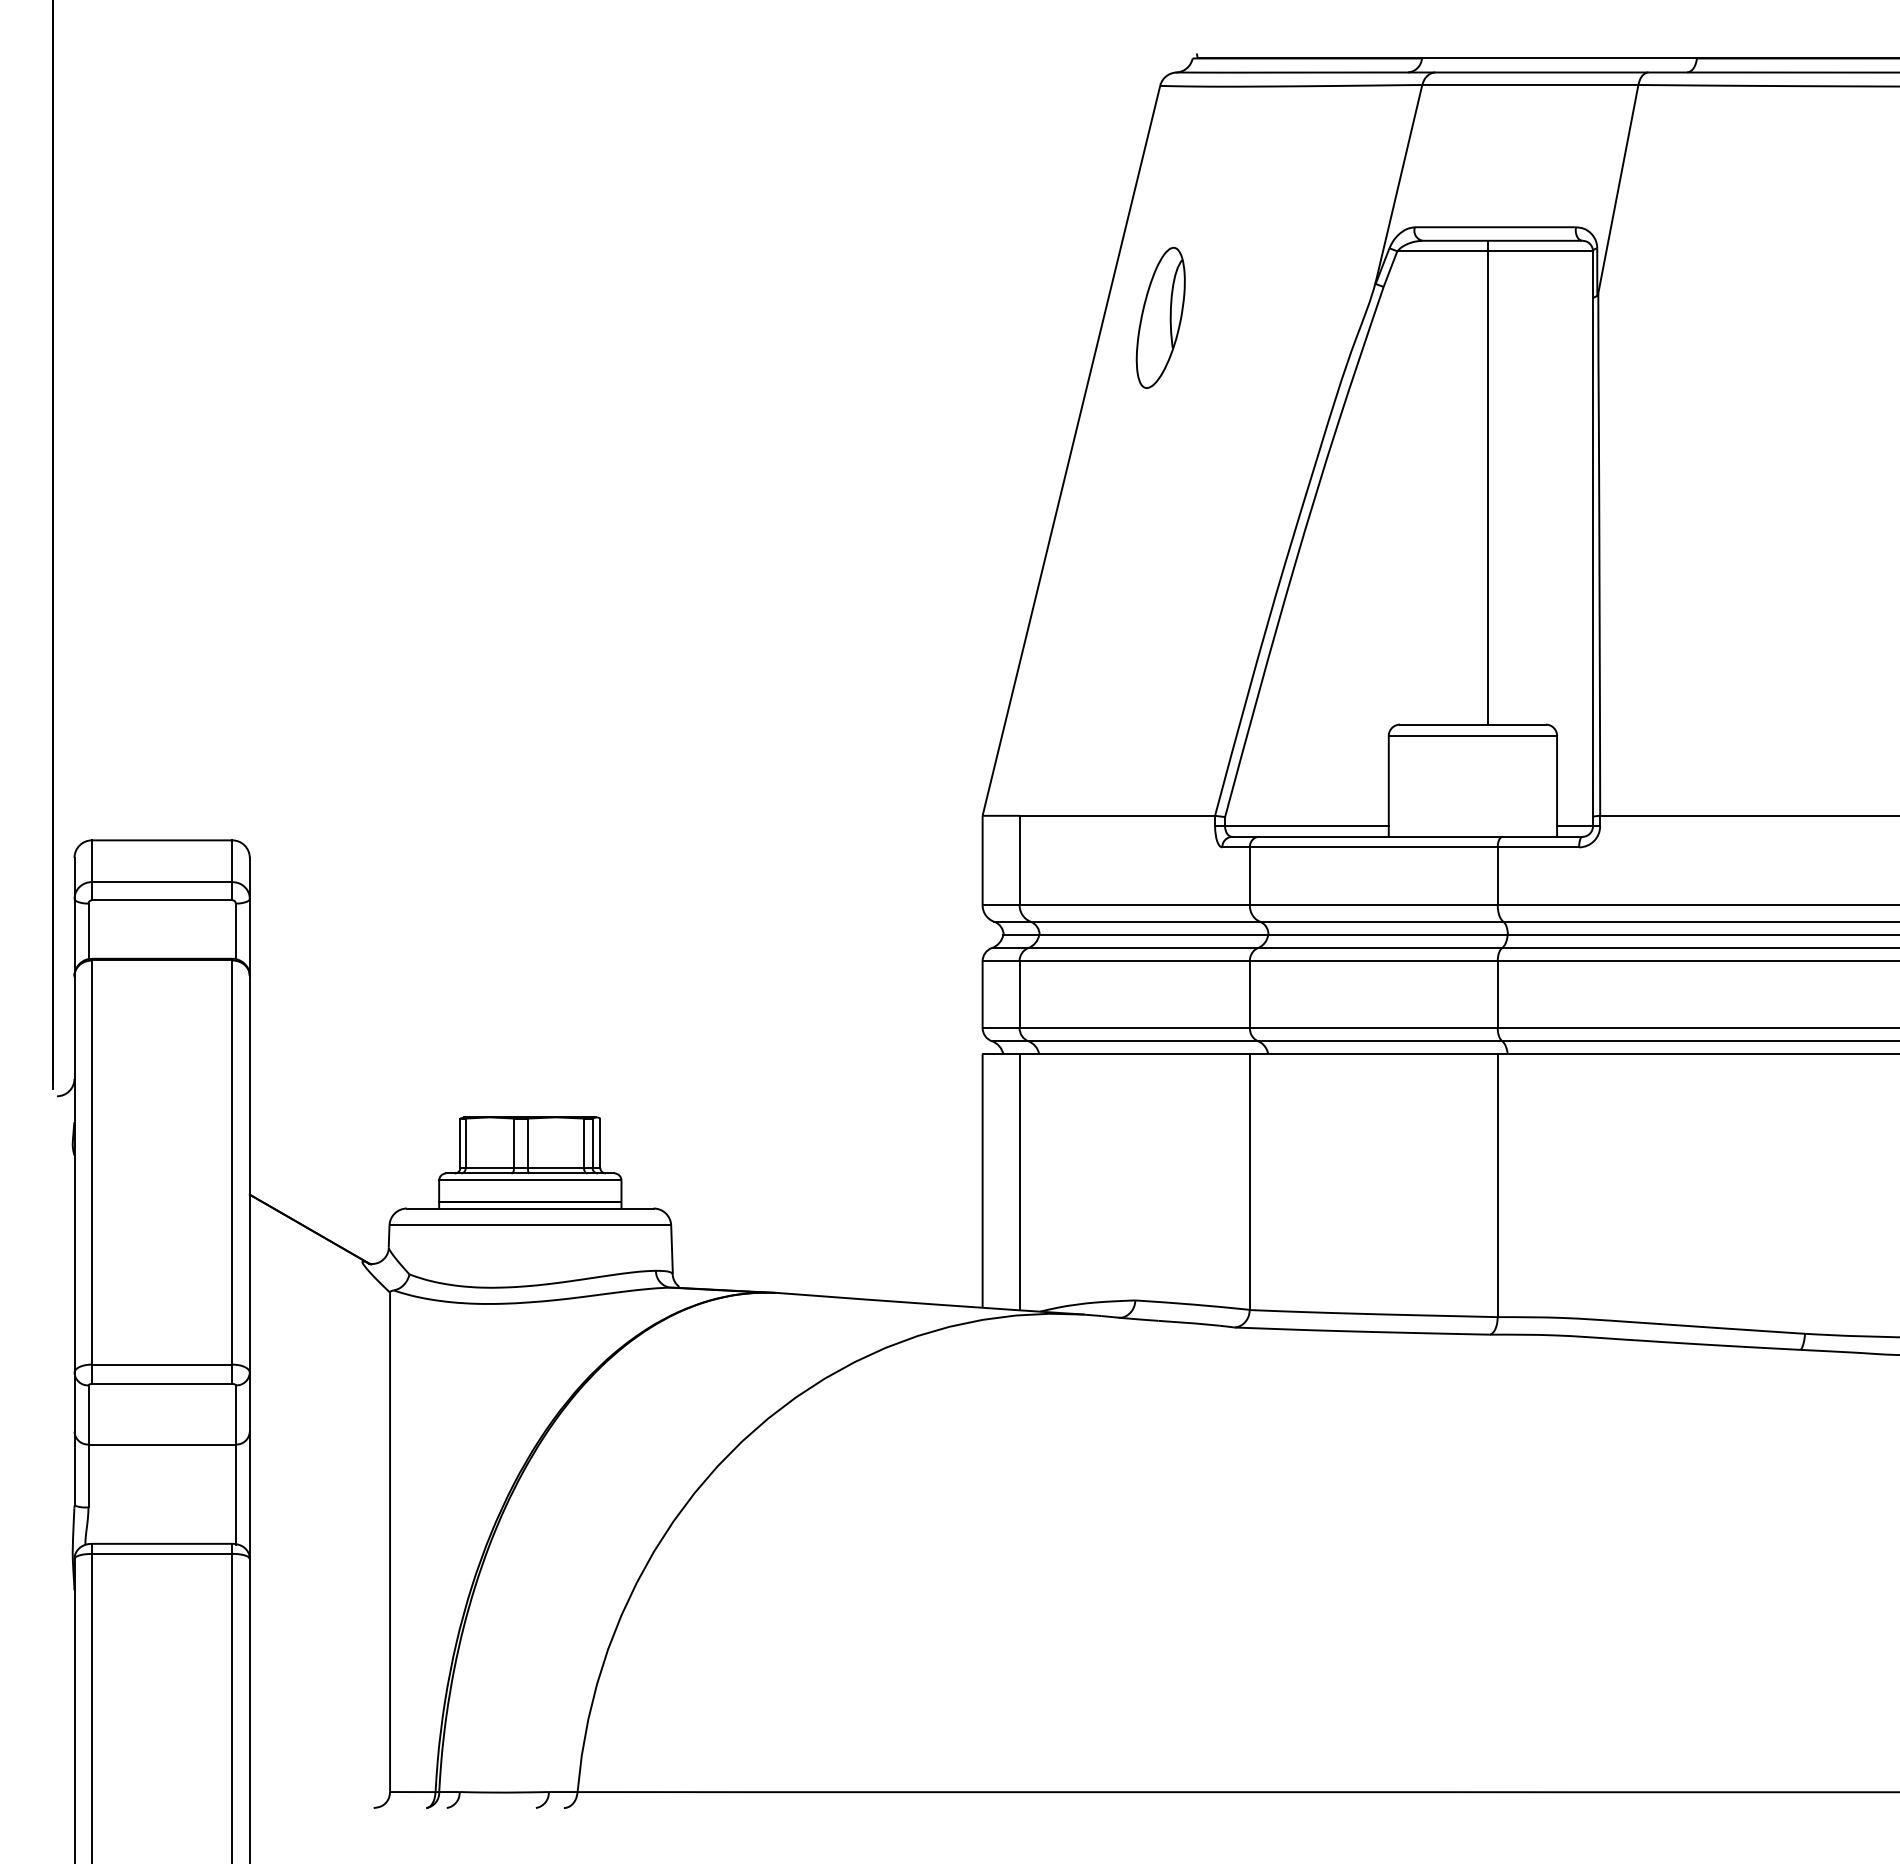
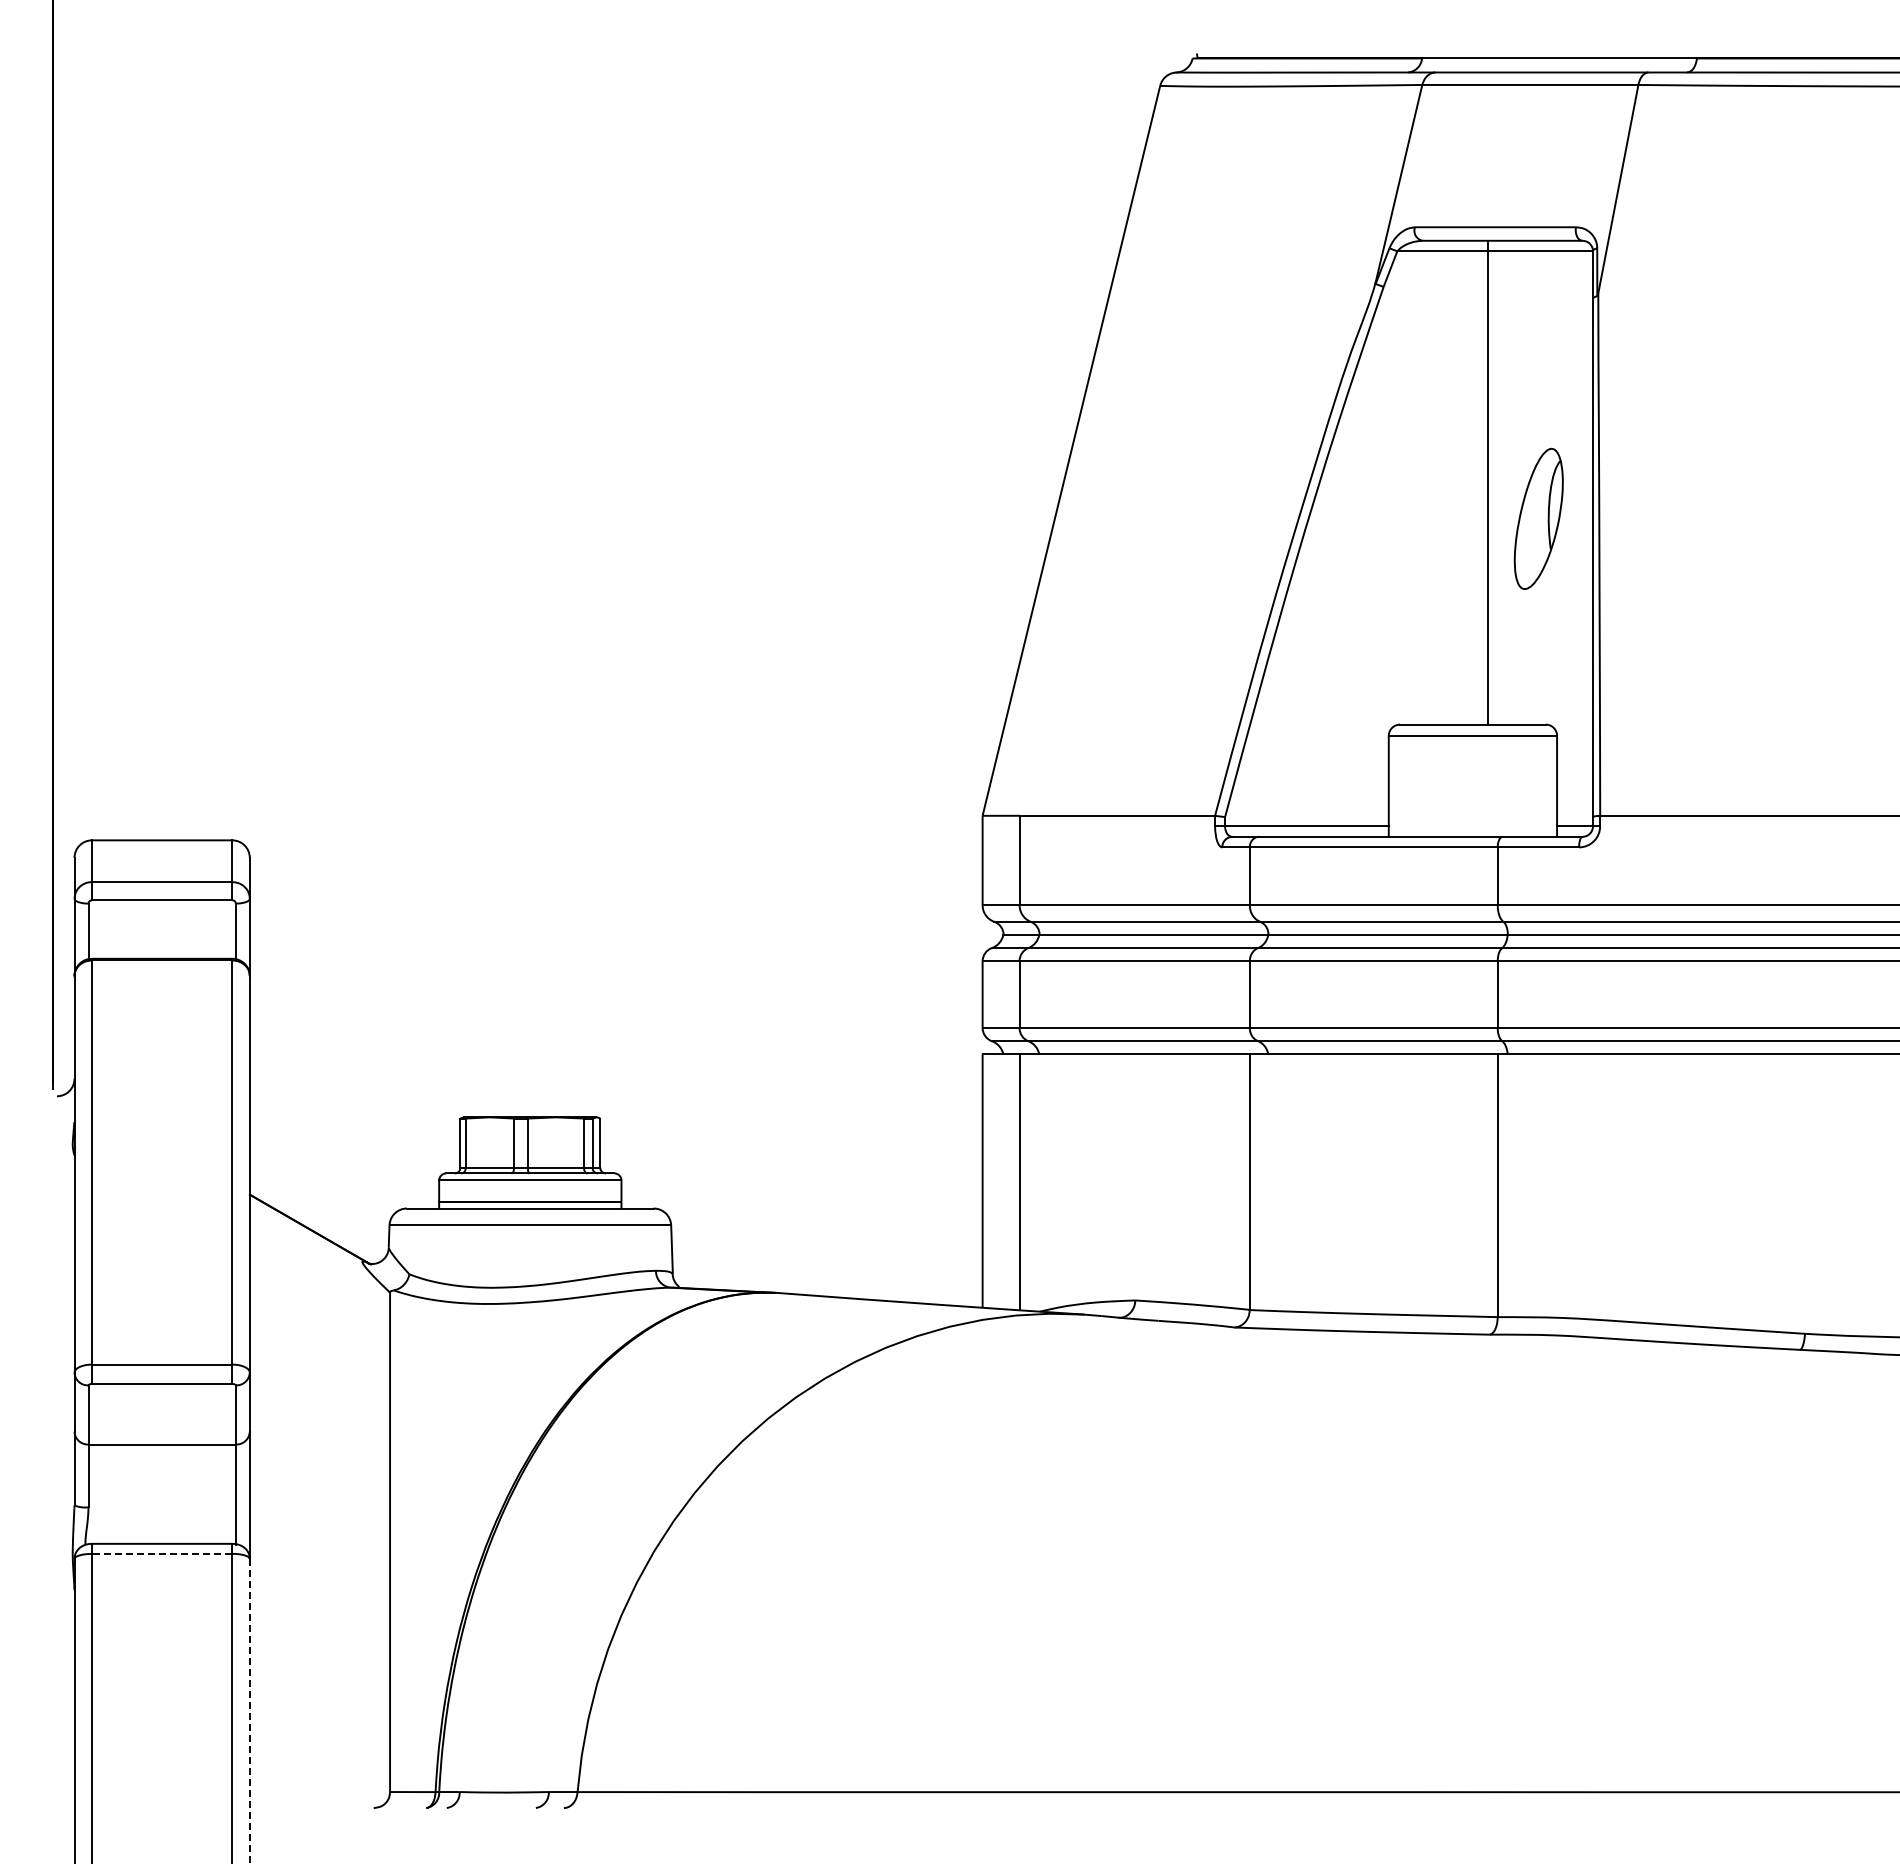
part at (1160, 317) position: (1160, 317) -> (1538, 518)
line at (161, 1553): solid -> dashed
line at (249, 1711): solid -> dashed
